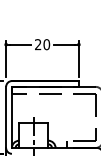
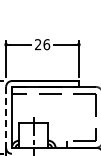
text at (46, 44): 20 -> 26
line at (6, 117): solid -> dashed
